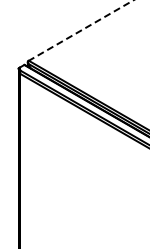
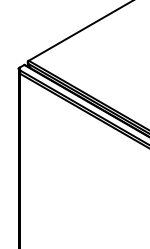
line at (80, 30): dashed -> solid
